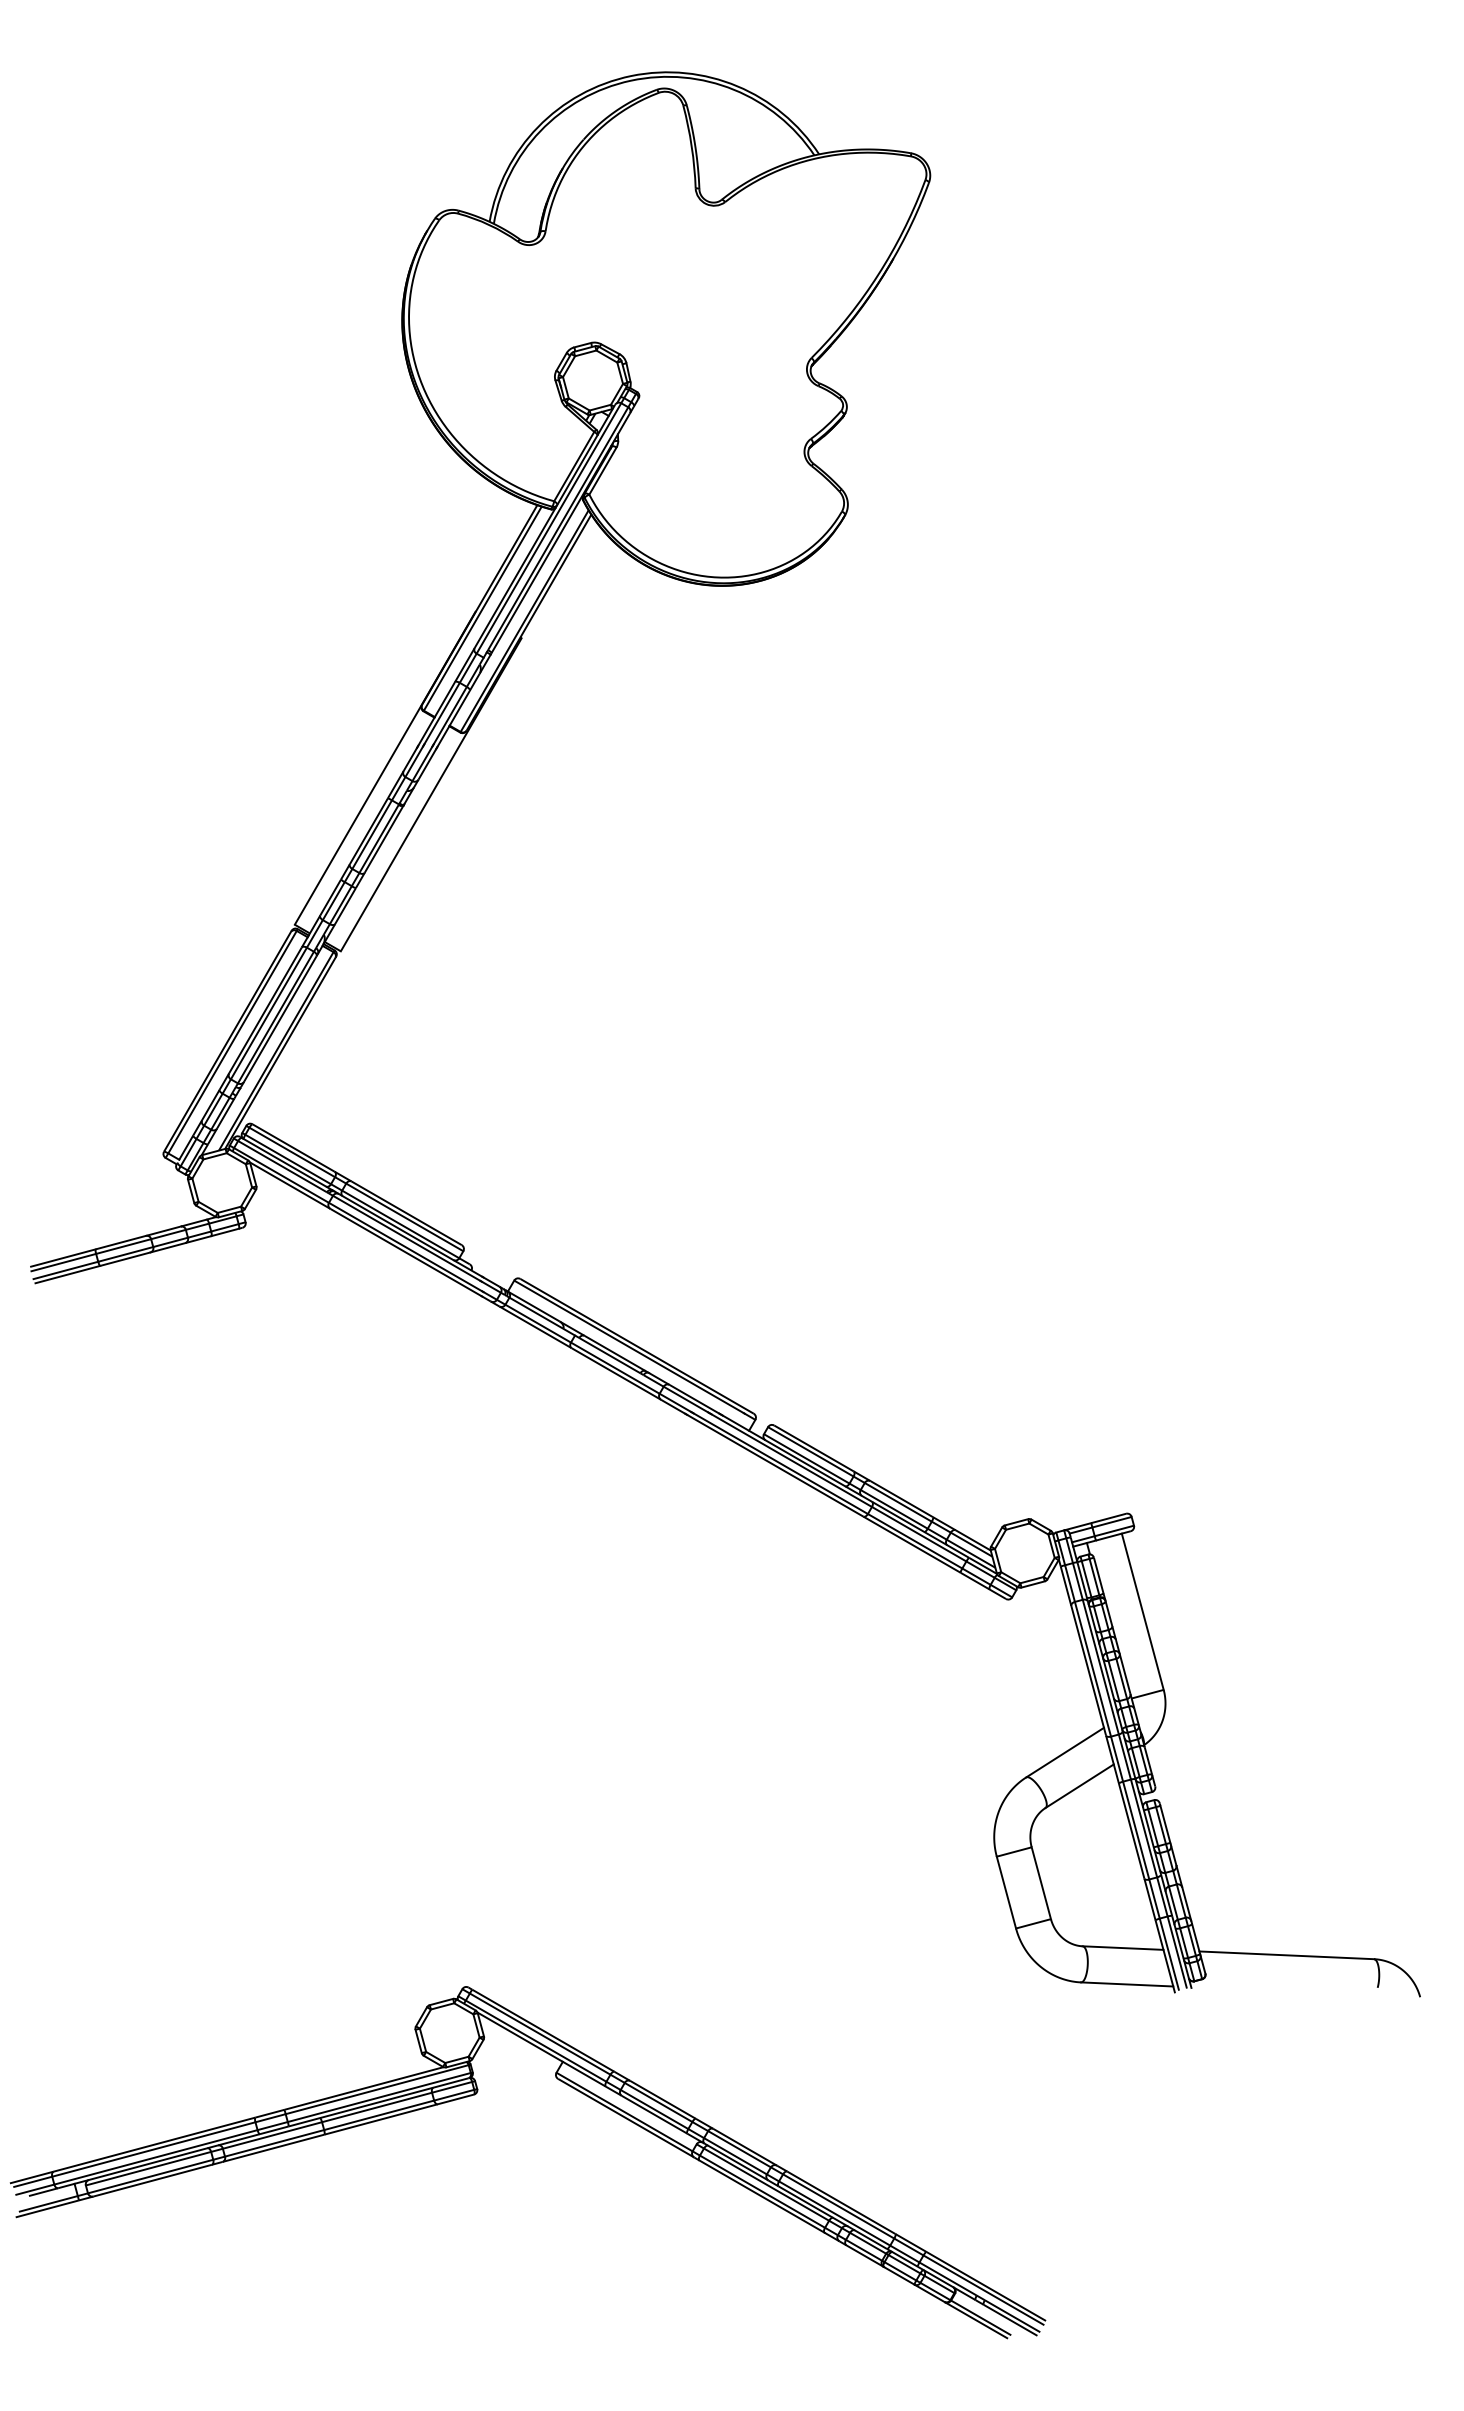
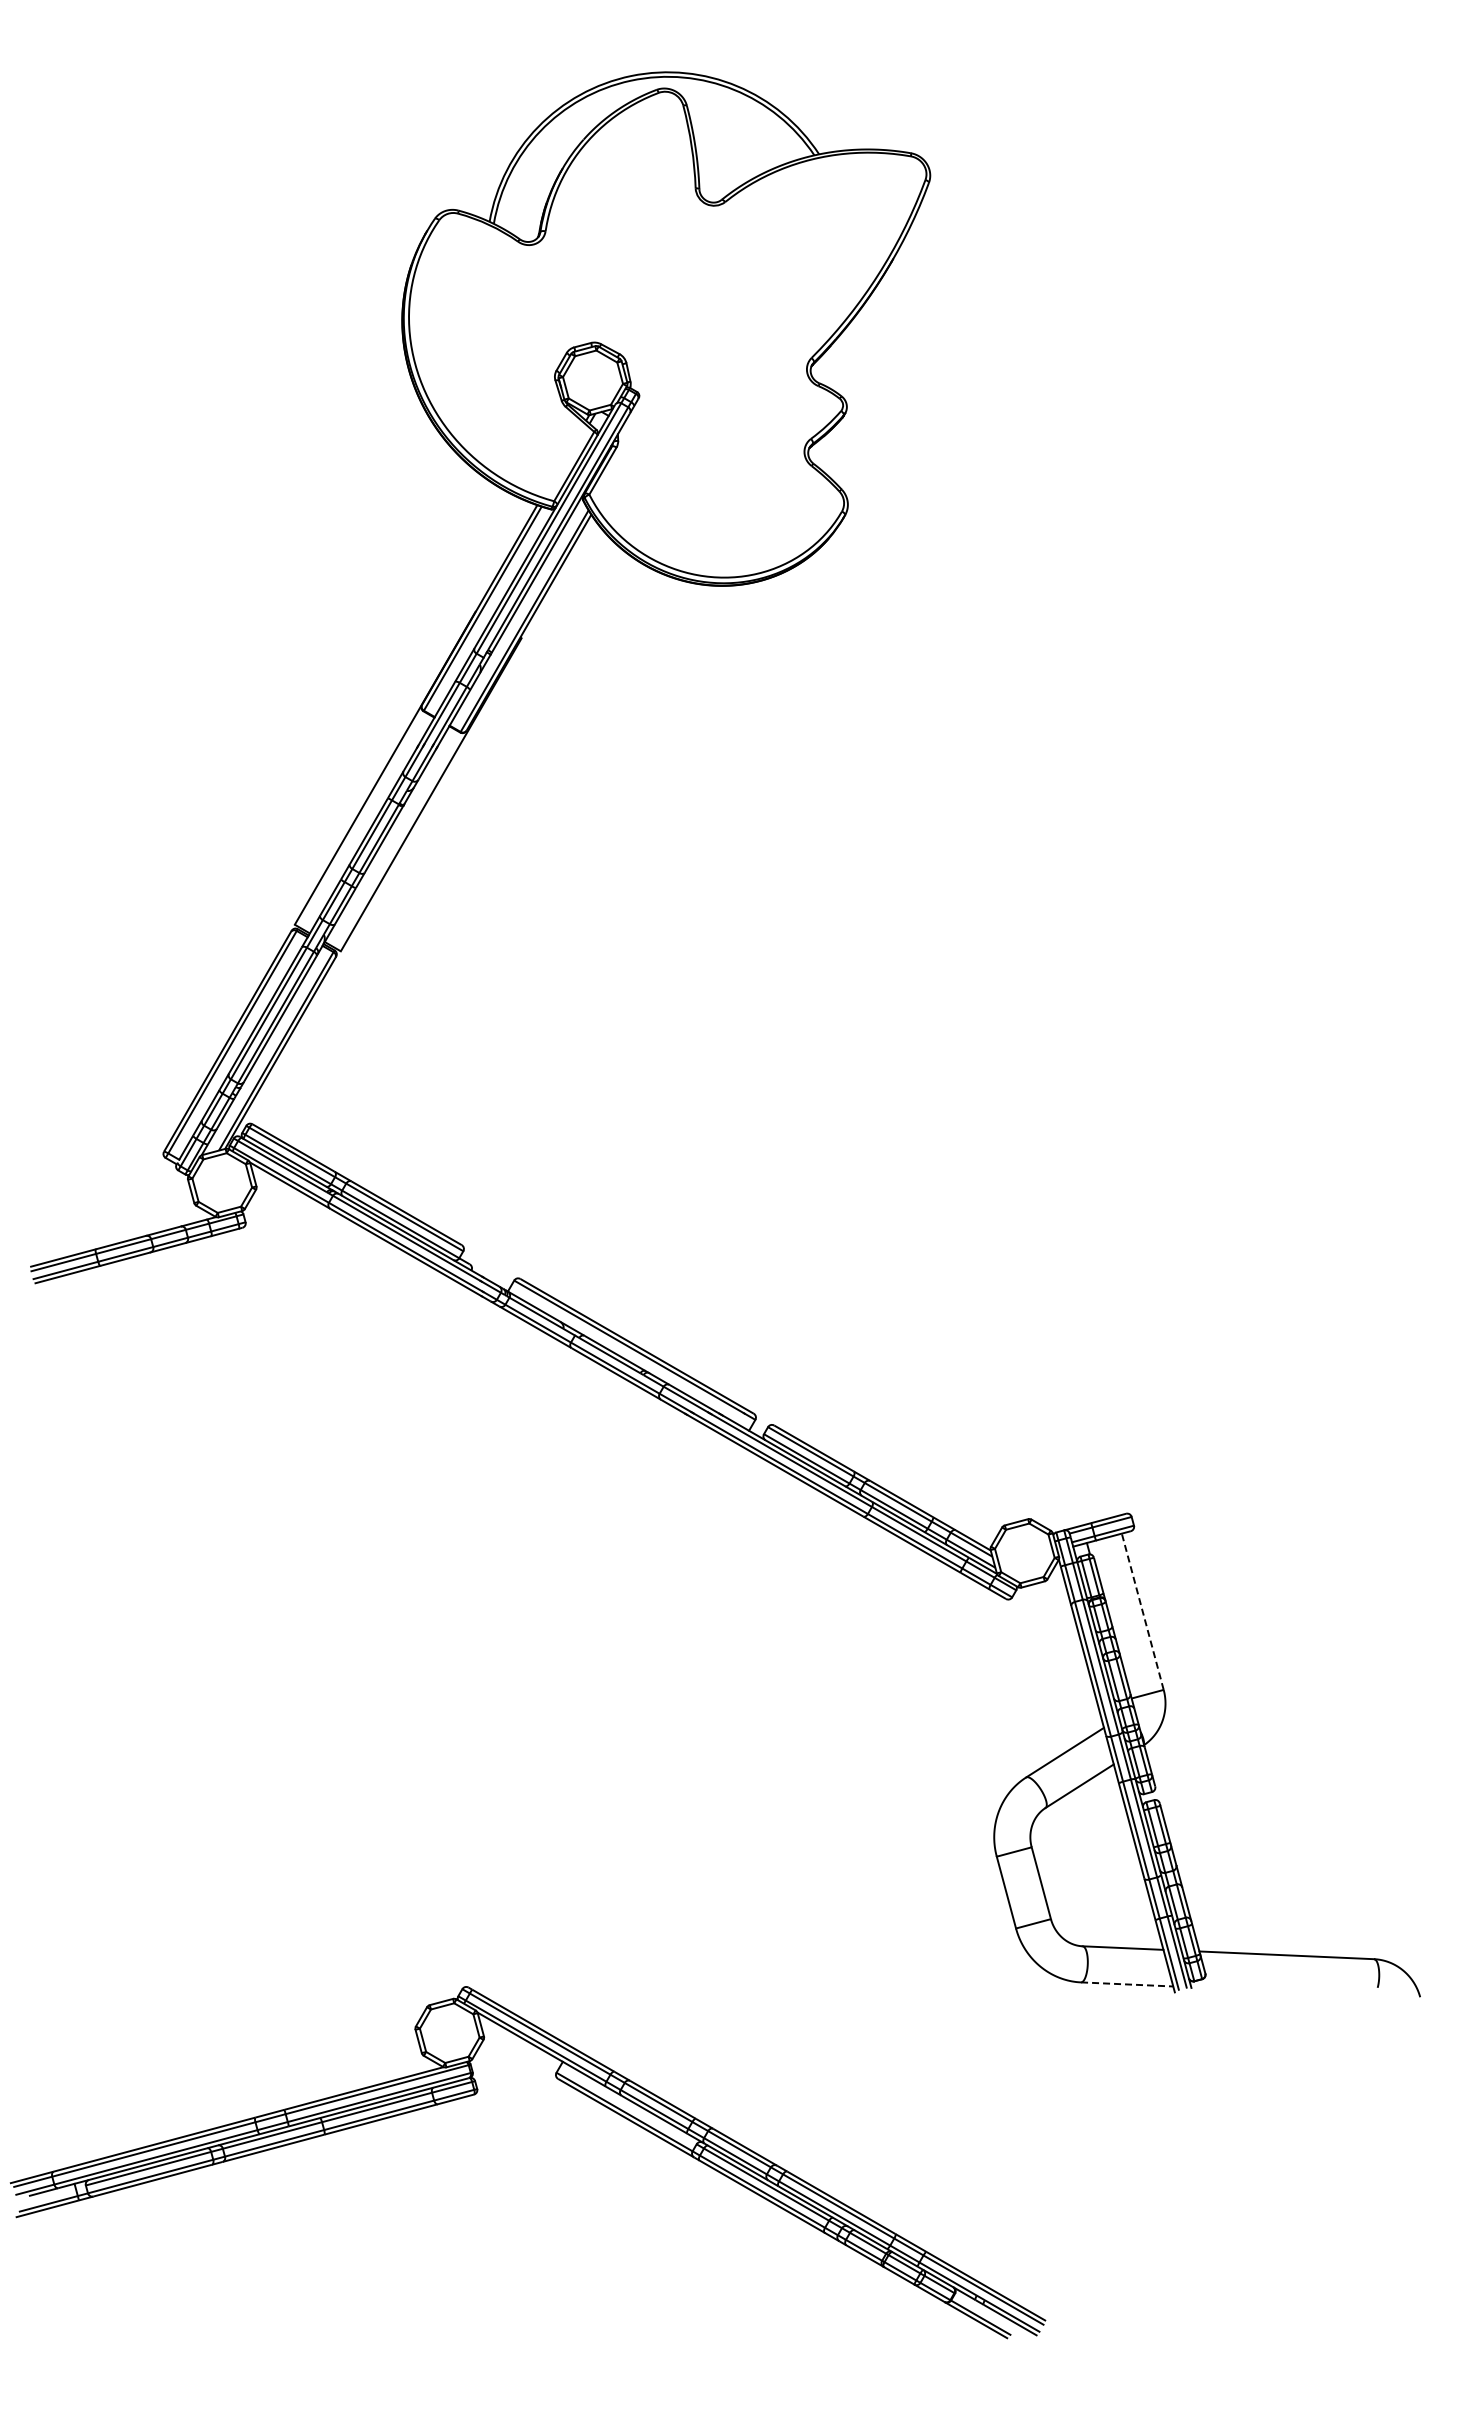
line at (1142, 1611): solid -> dashed
line at (1127, 1984): solid -> dashed
